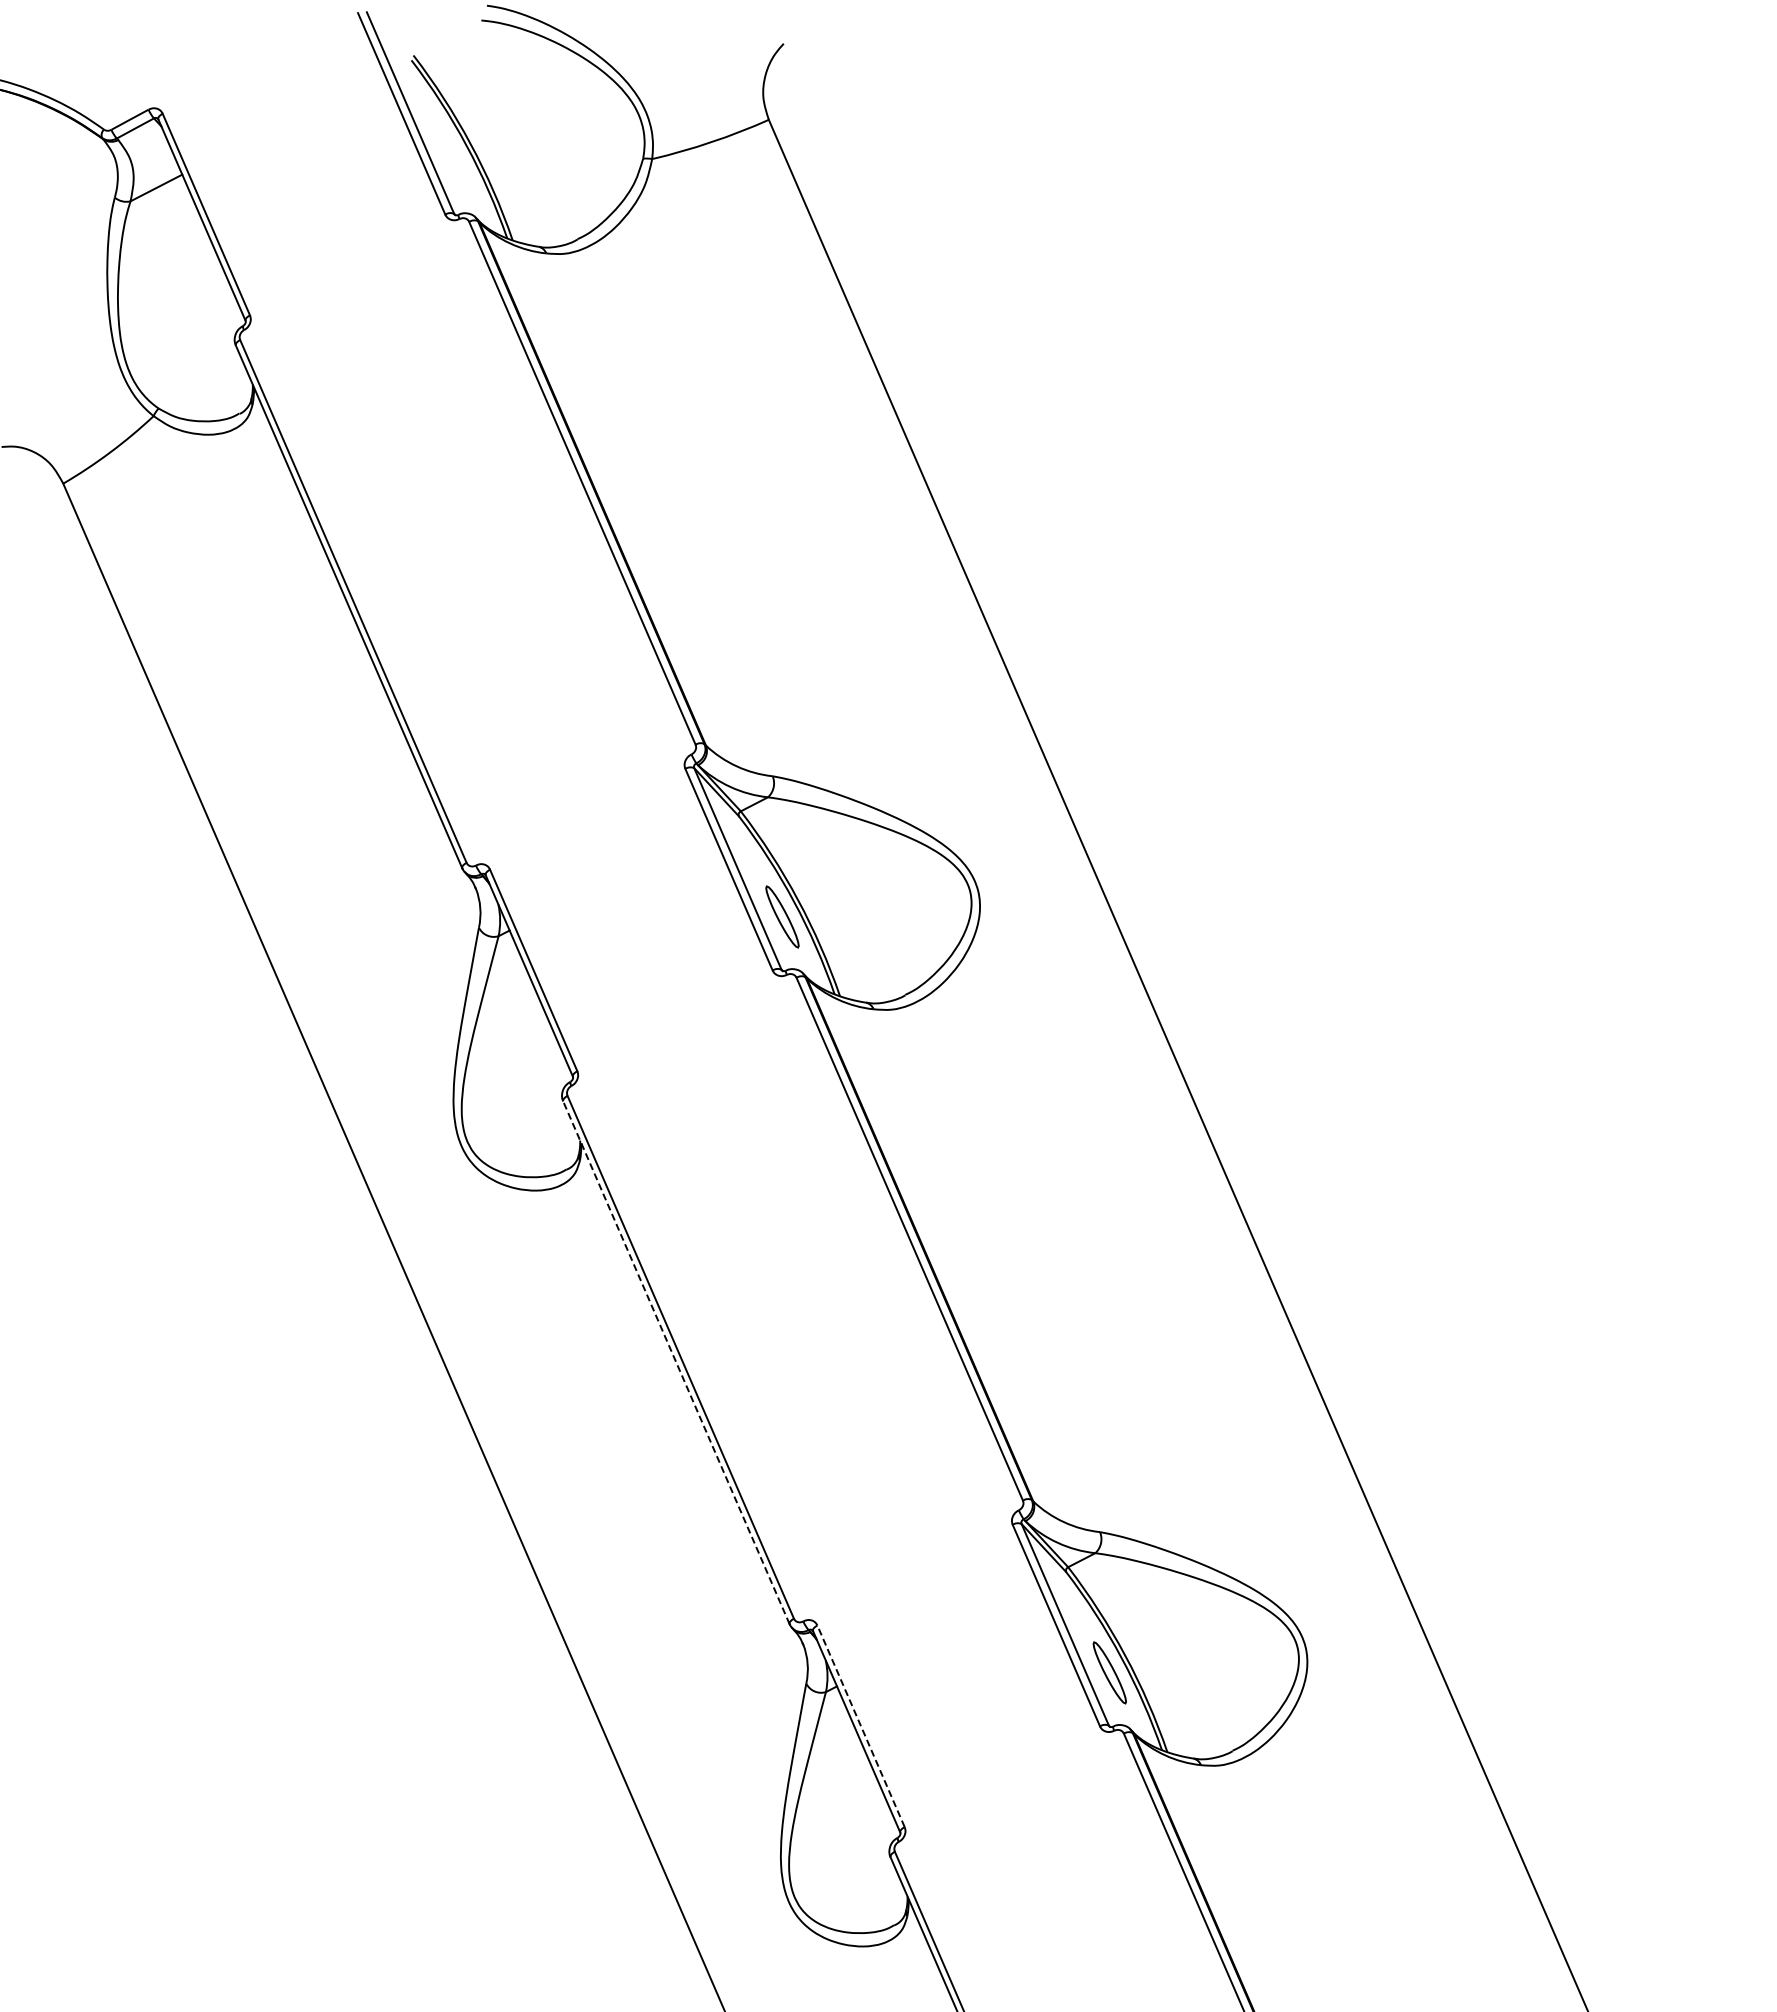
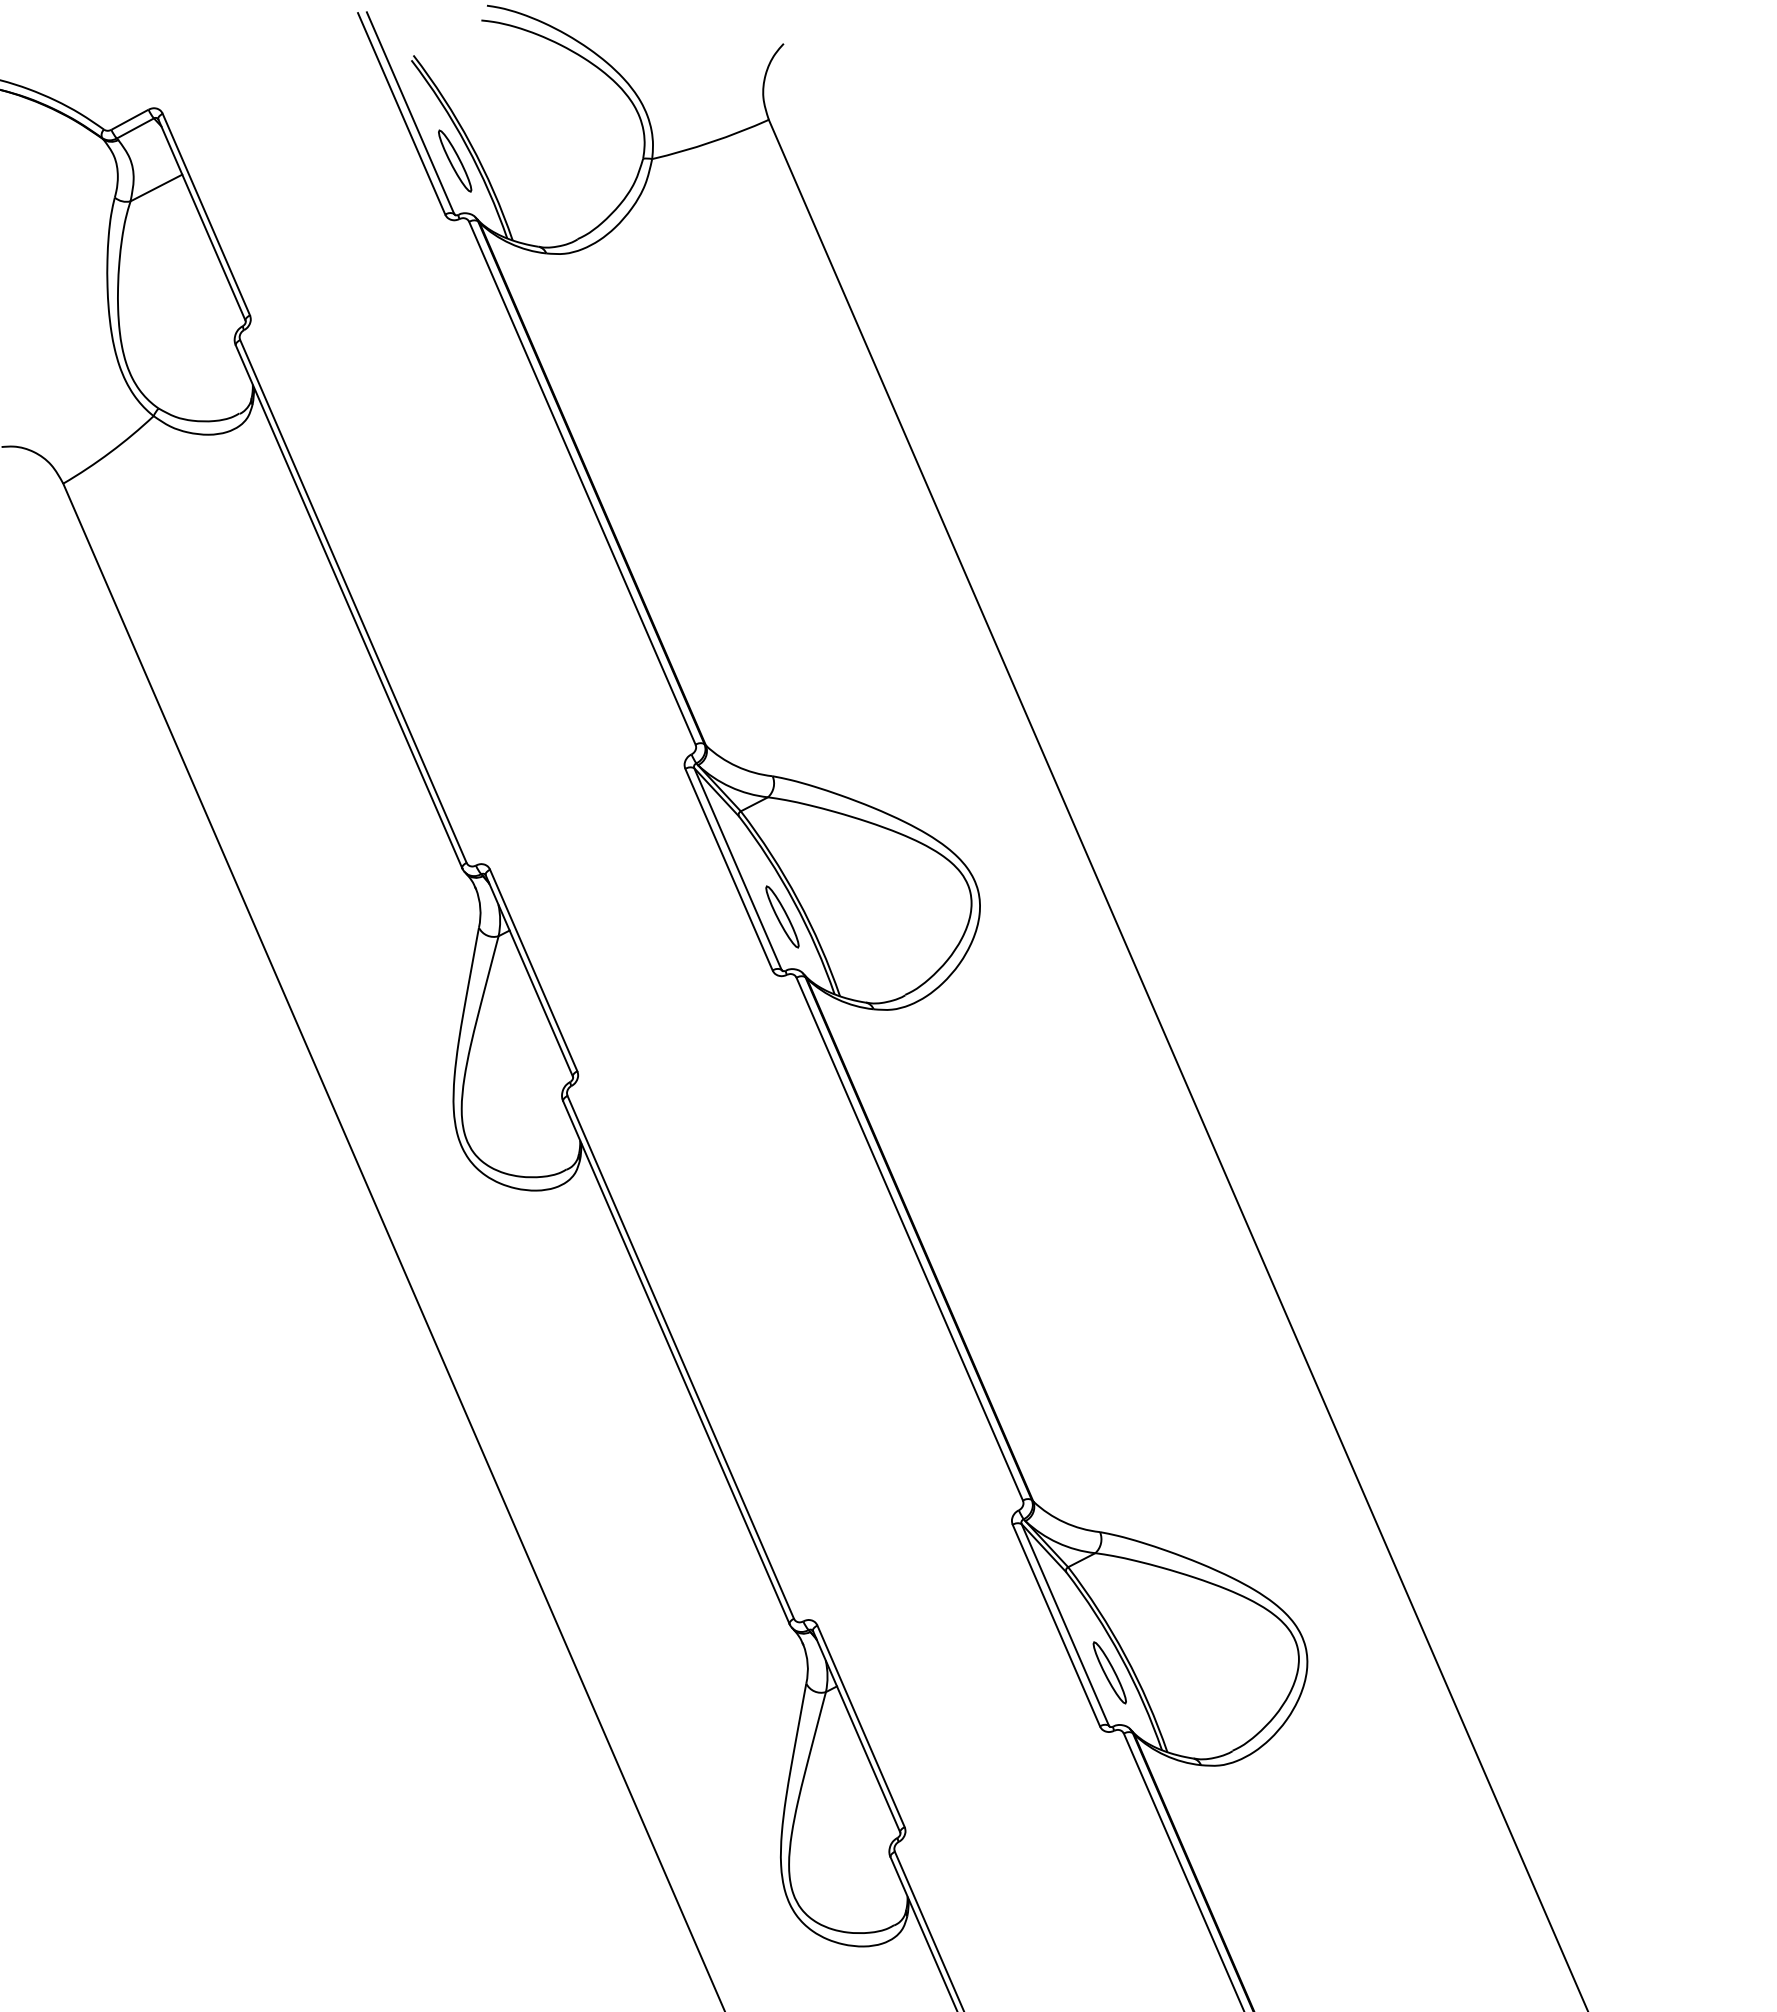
part at (455, 160): none -> present
line at (676, 1362): dashed -> solid
line at (861, 1726): dashed -> solid
